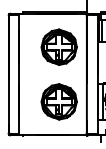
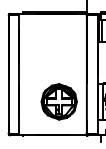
part at (58, 46): present -> none
